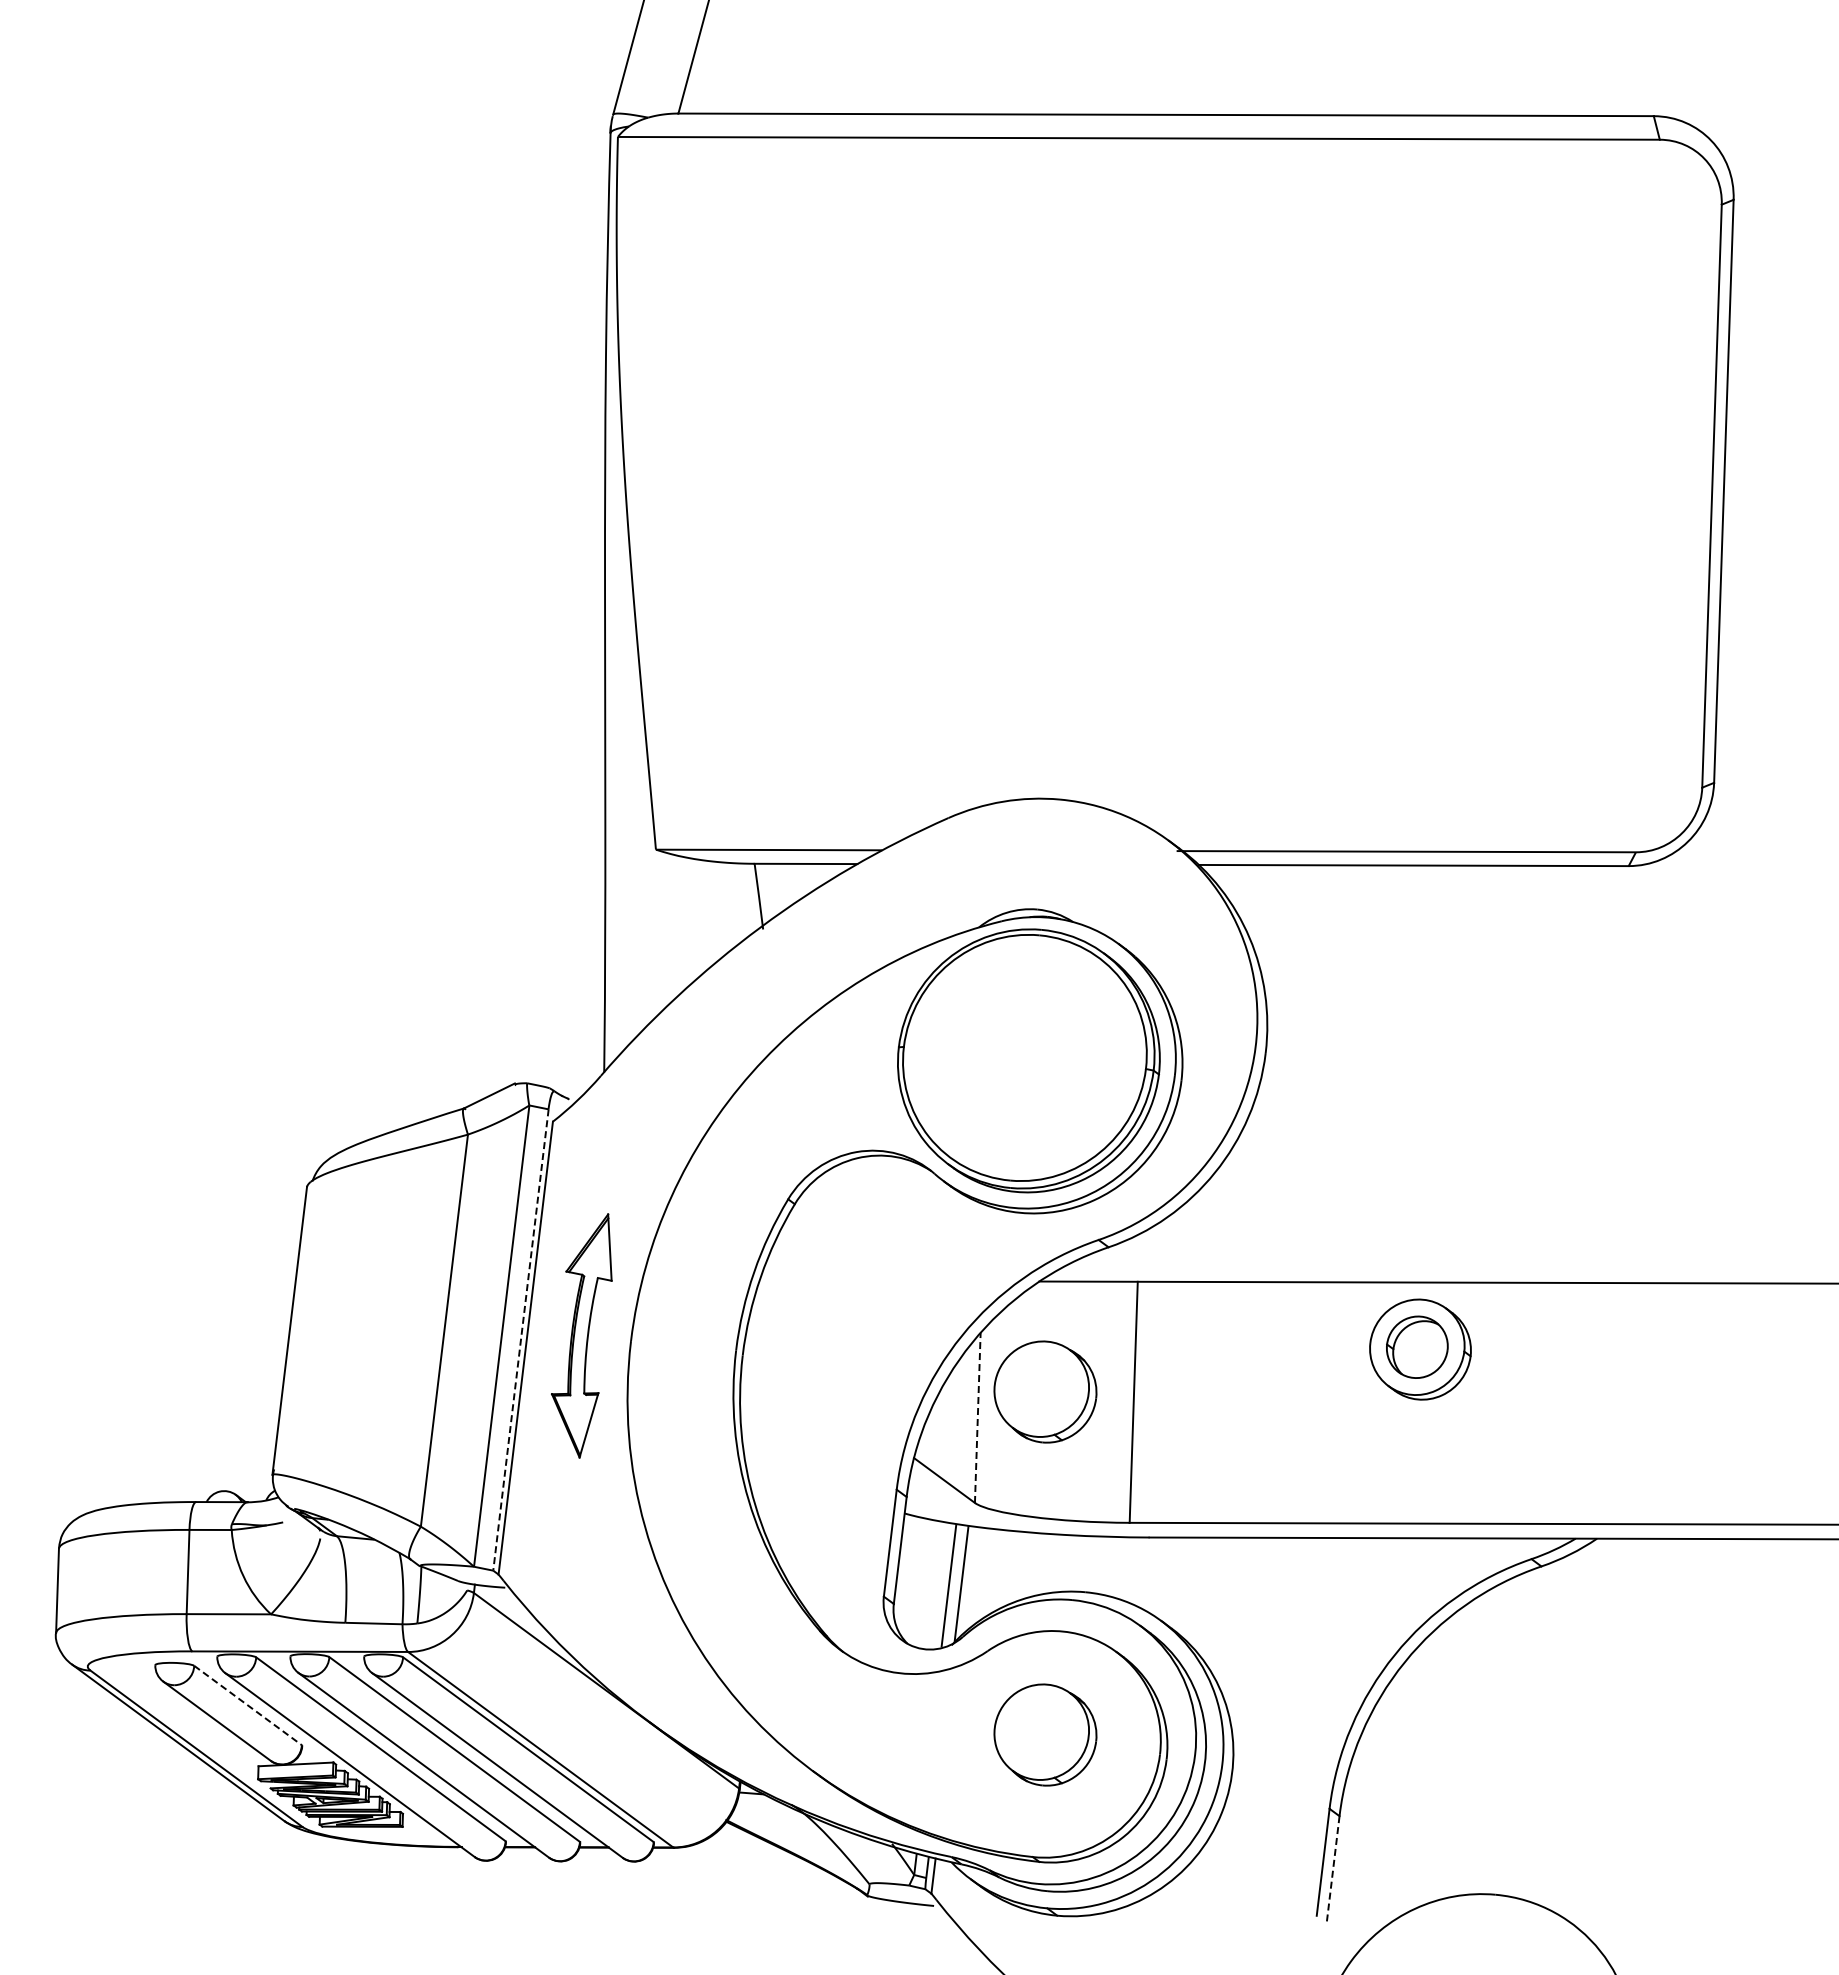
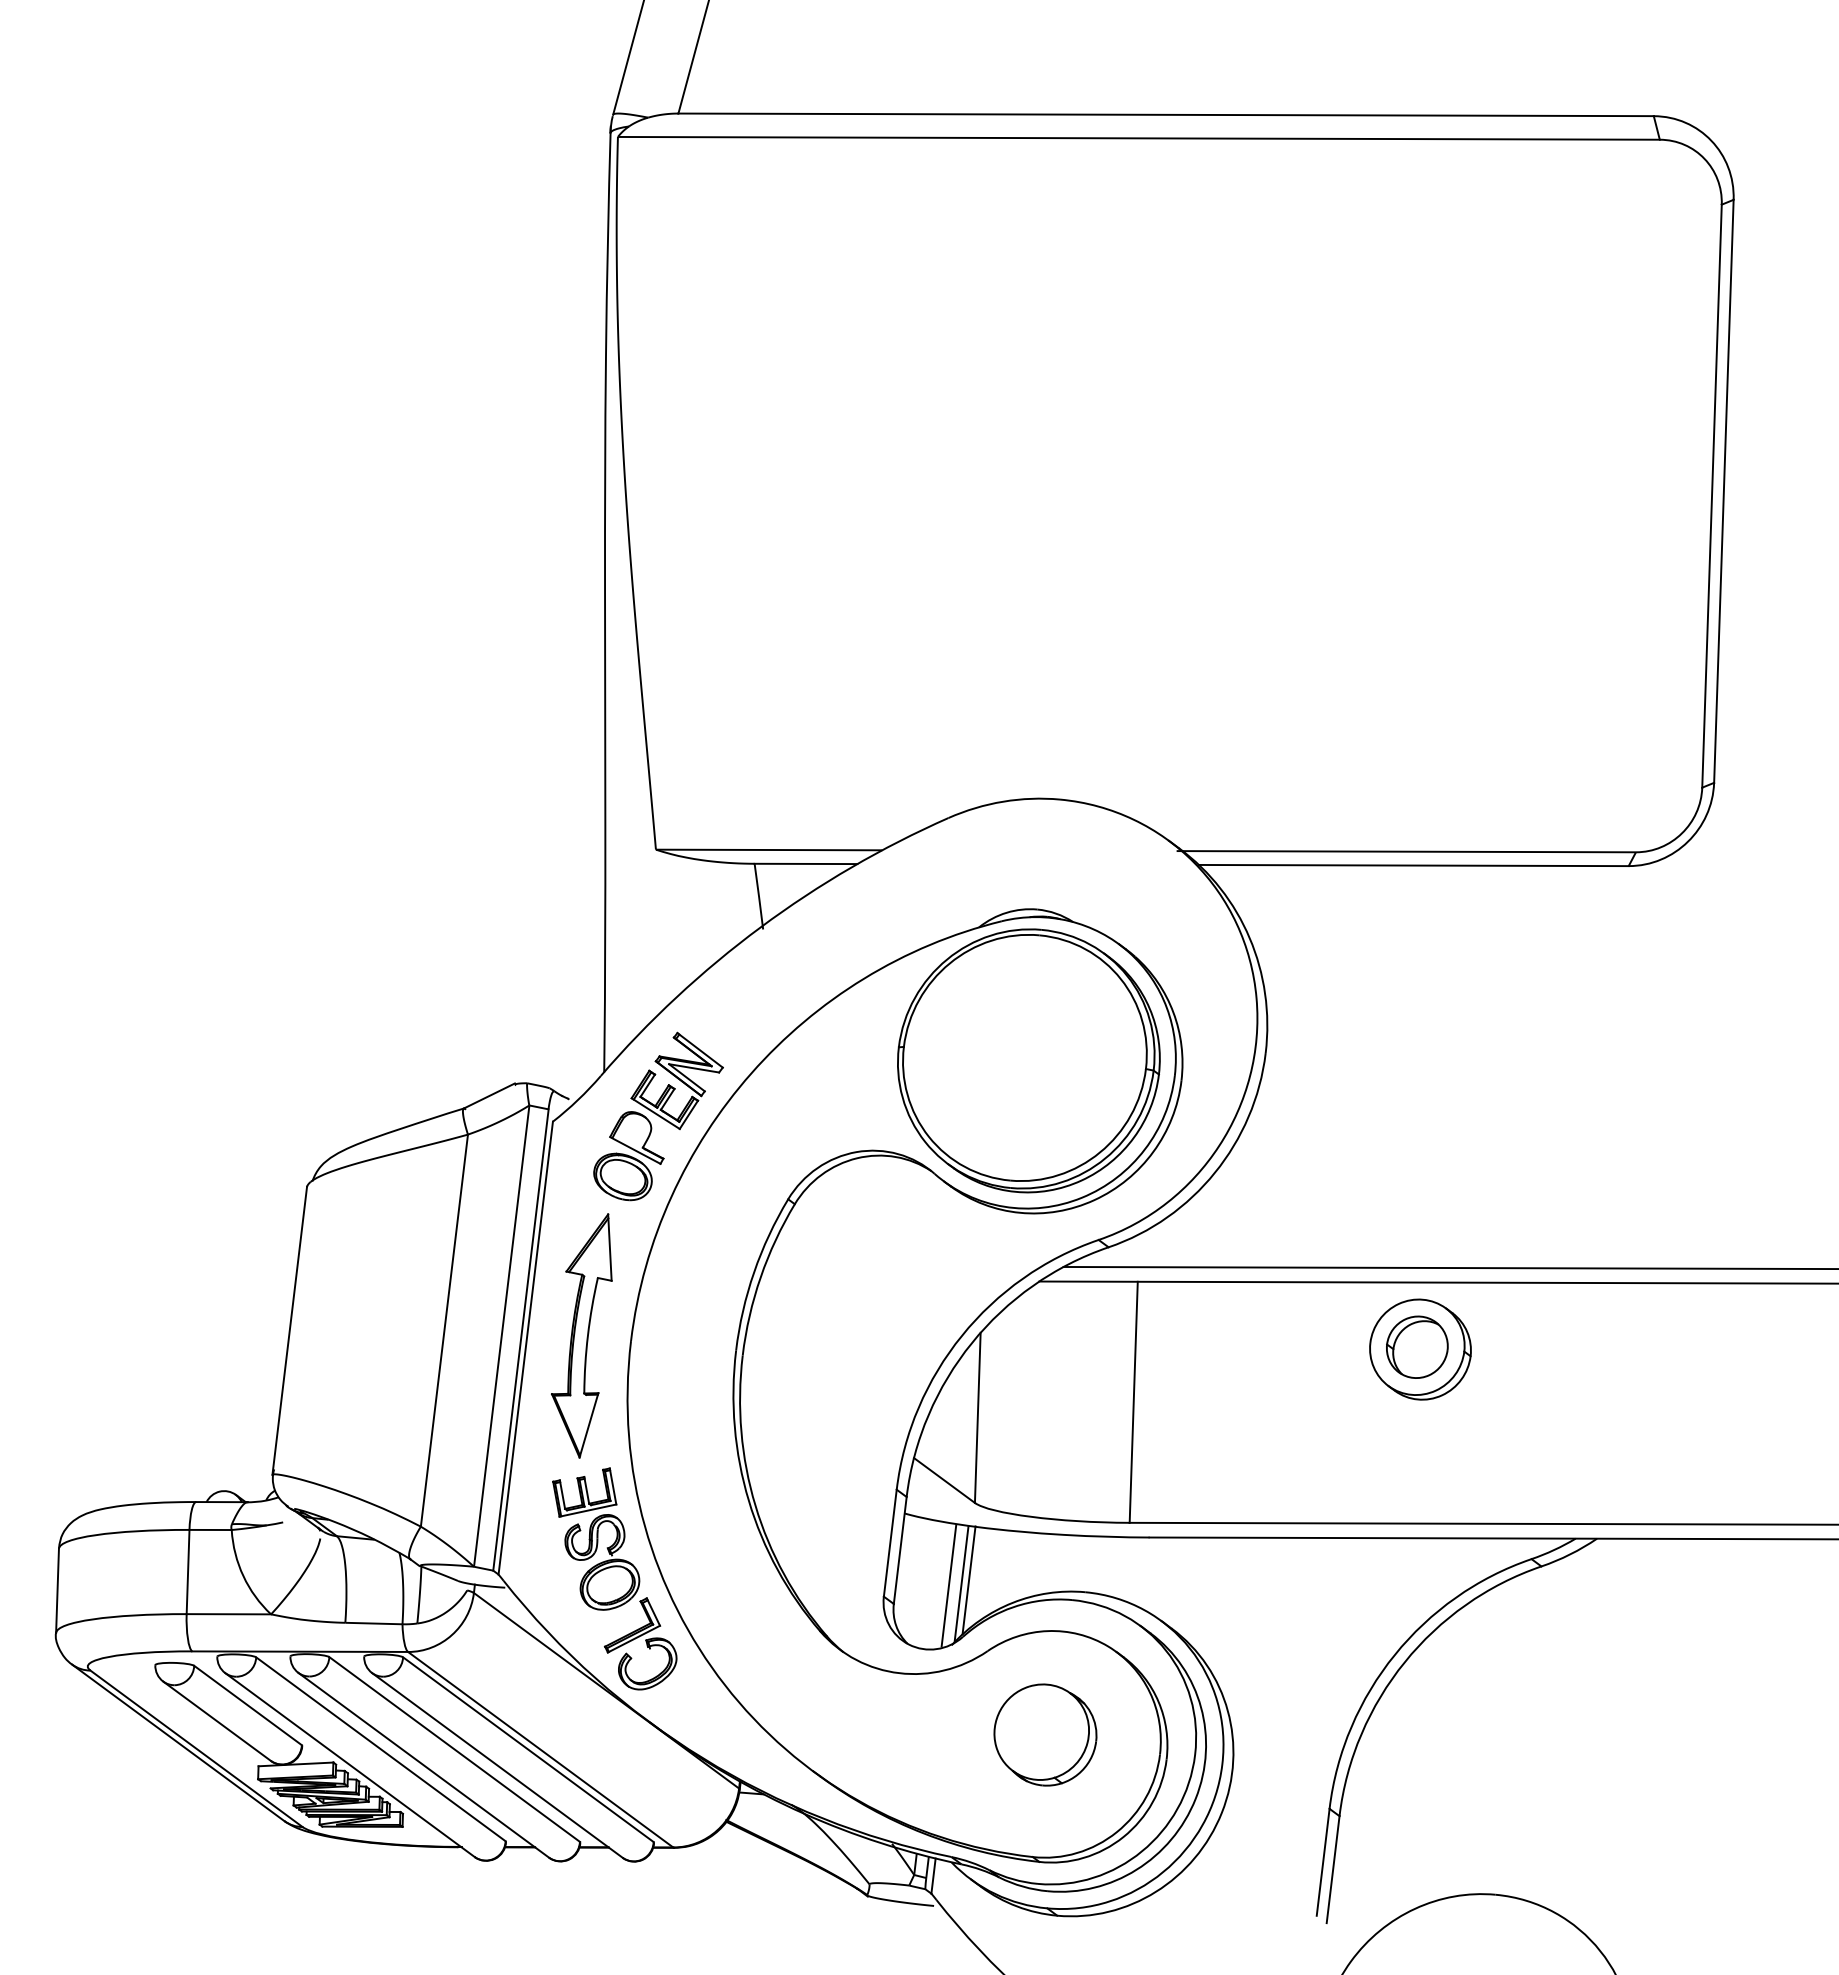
part at (658, 1116): none -> present
line at (1449, 1267): none -> present
line at (520, 1340): dashed -> solid
part at (1045, 1391): present -> none
line at (977, 1417): dashed -> solid
part at (614, 1578): none -> present
line at (968, 1580): none -> present
line at (248, 1705): dashed -> solid
line at (1333, 1869): dashed -> solid
